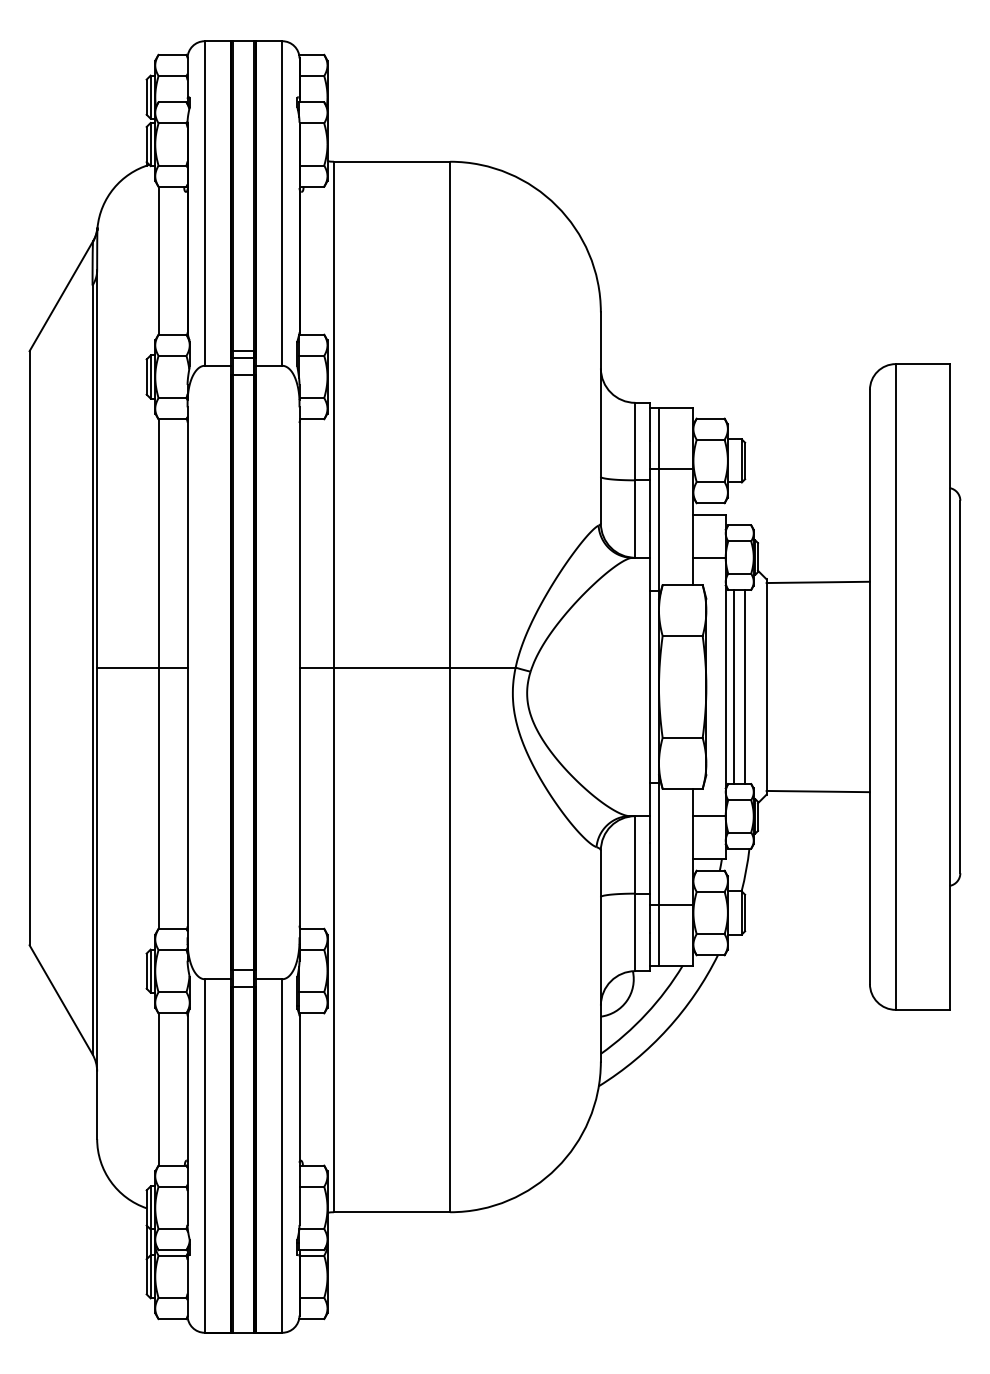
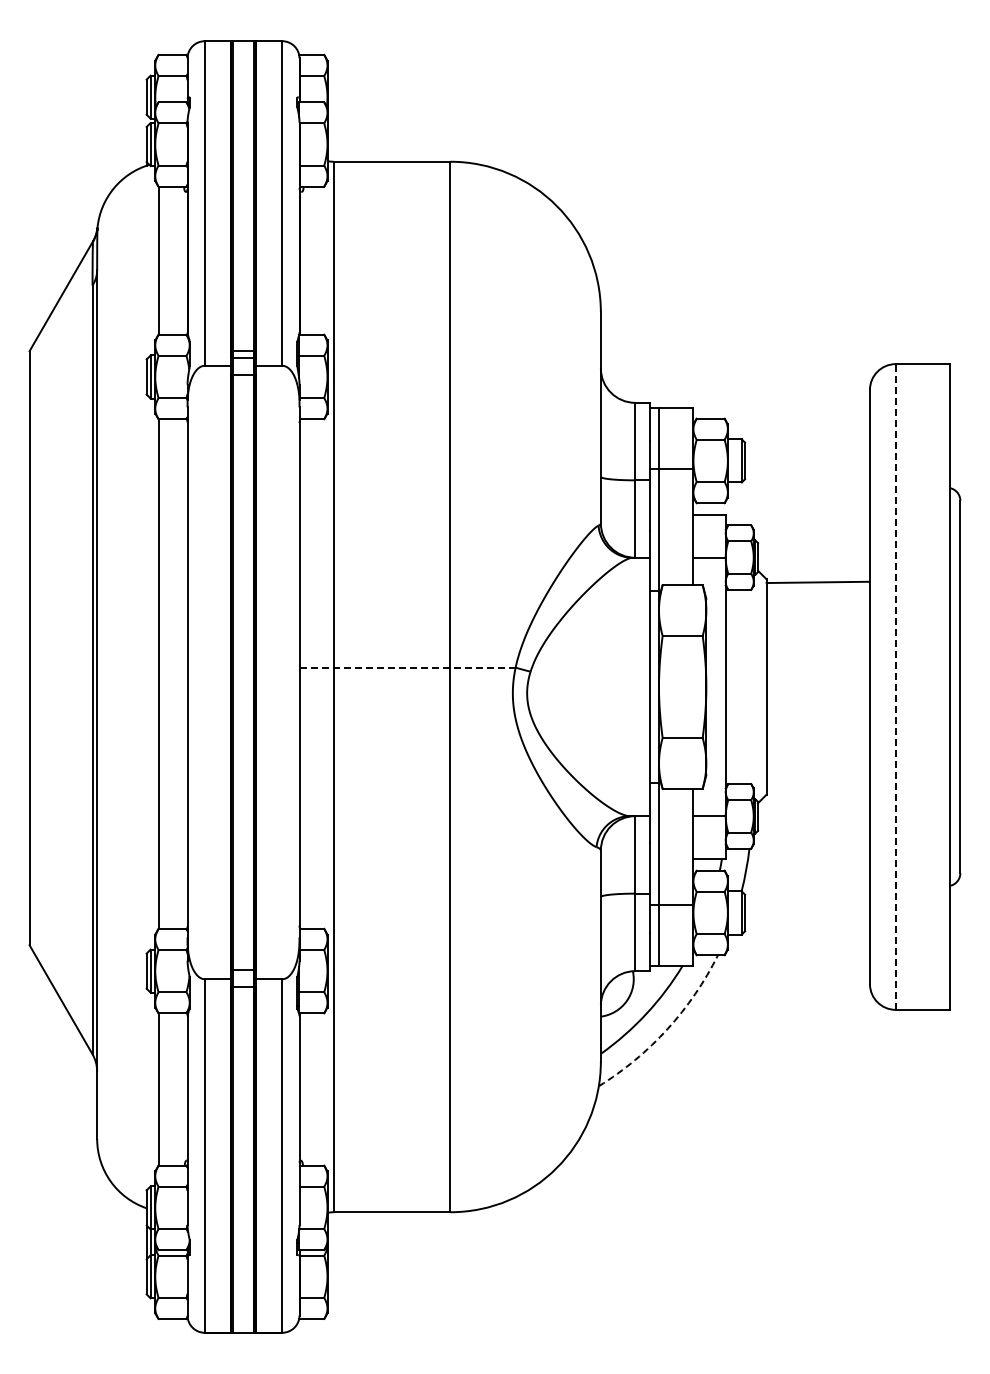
line at (142, 667): present -> none
line at (408, 667): solid -> dashed
line at (734, 686): present -> none
line at (745, 686): present -> none
line at (895, 687): solid -> dashed
line at (817, 791): present -> none
arc at (667, 1029): solid -> dashed
